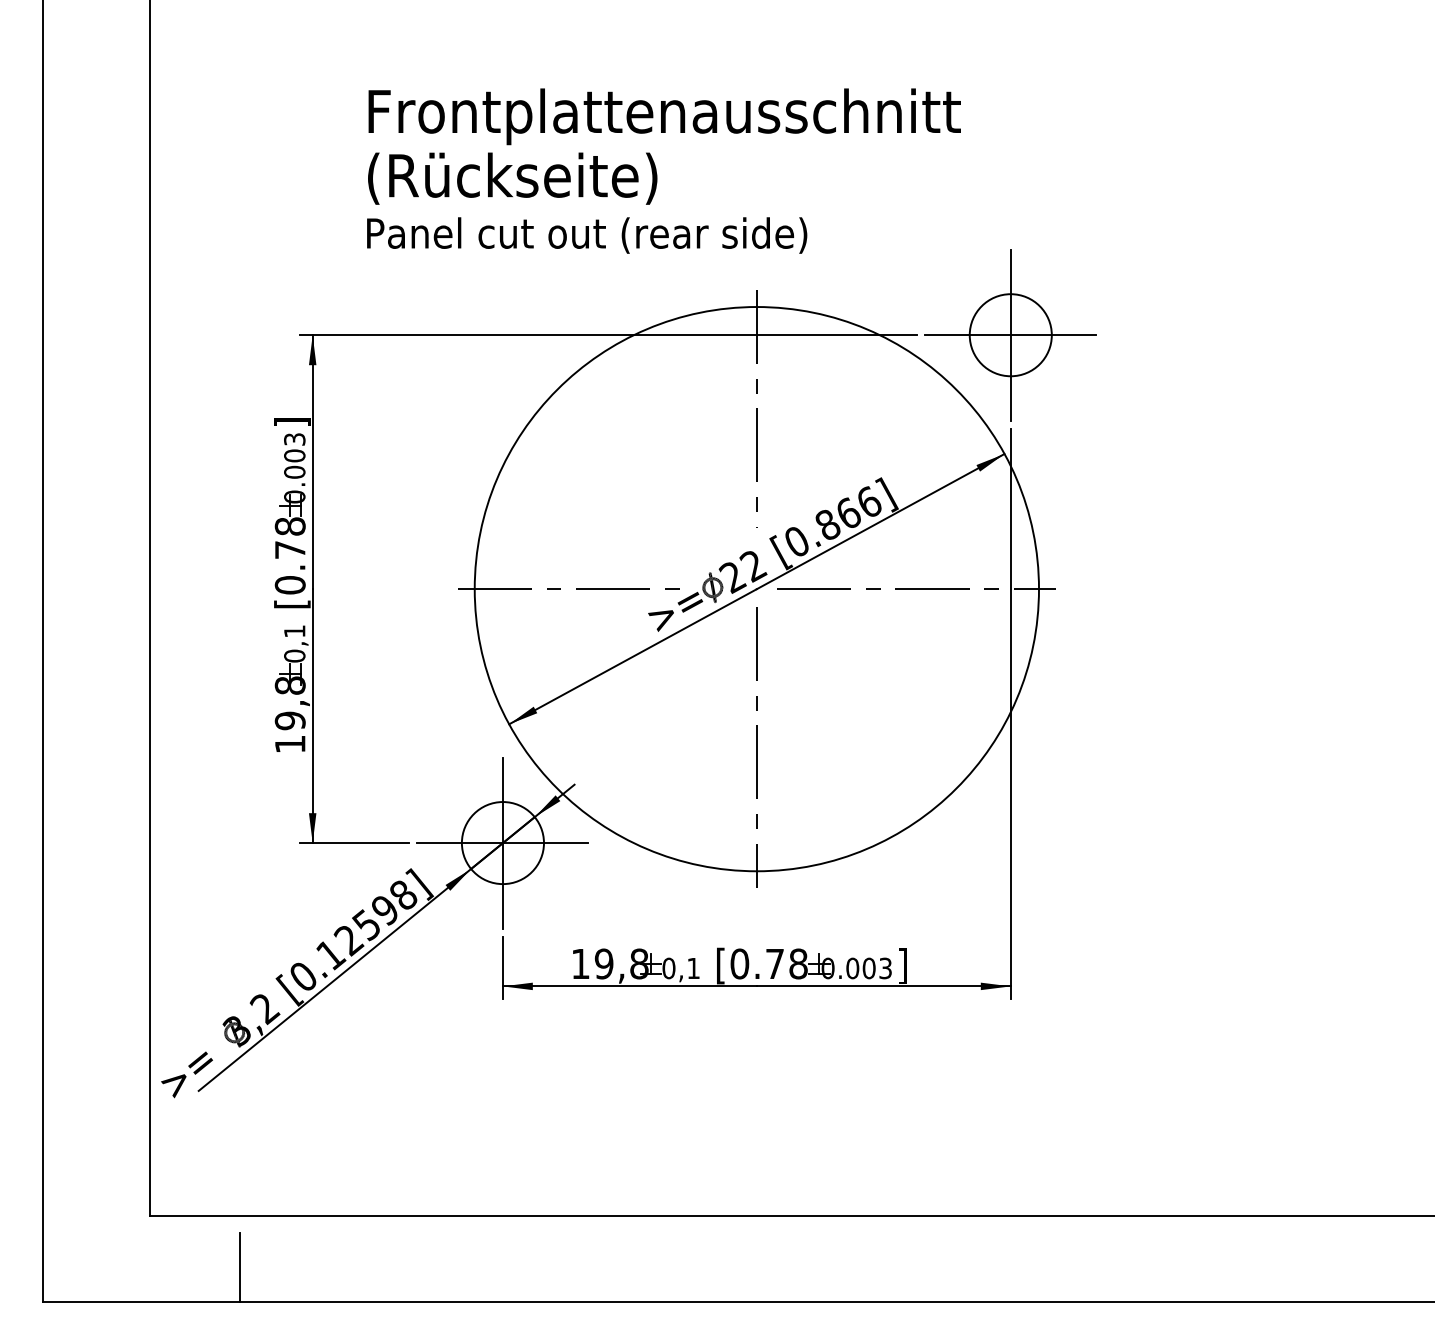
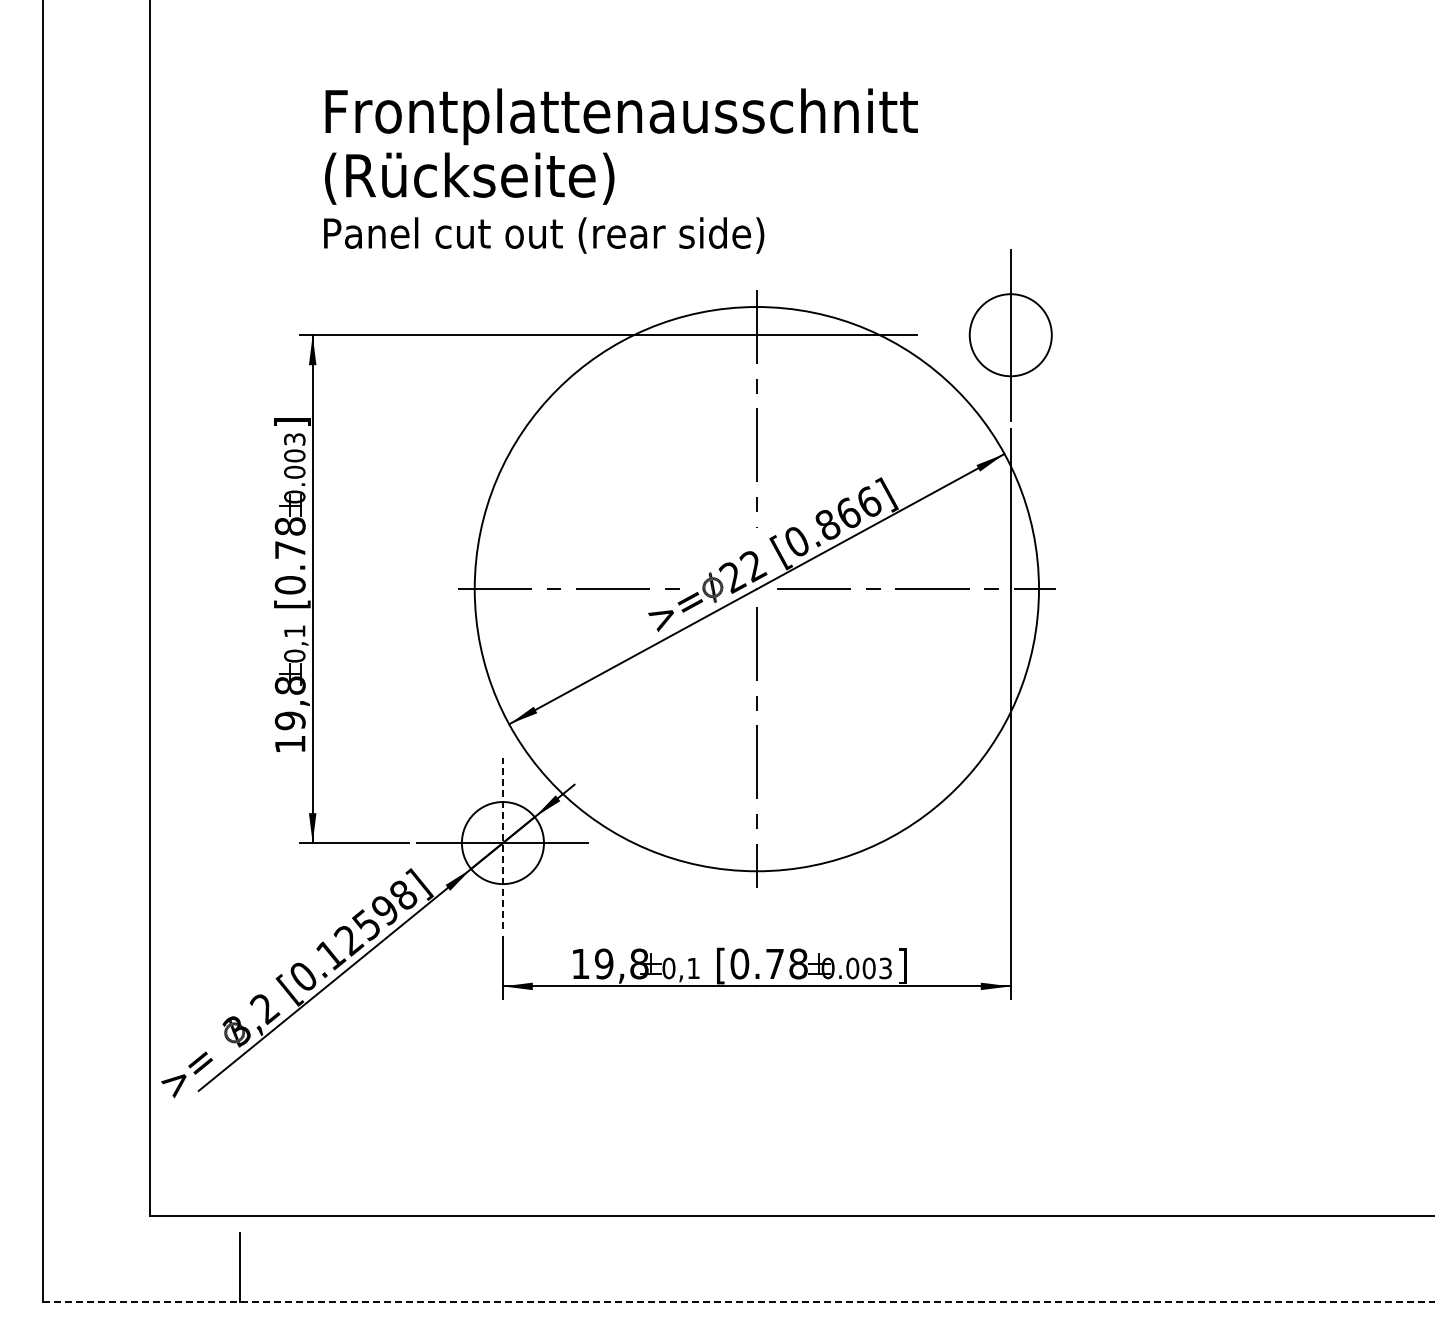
text at (663, 170) position: (663, 170) -> (620, 170)
line at (1010, 335): present -> none
line at (502, 842): solid -> dashed
line at (738, 1301): solid -> dashed
